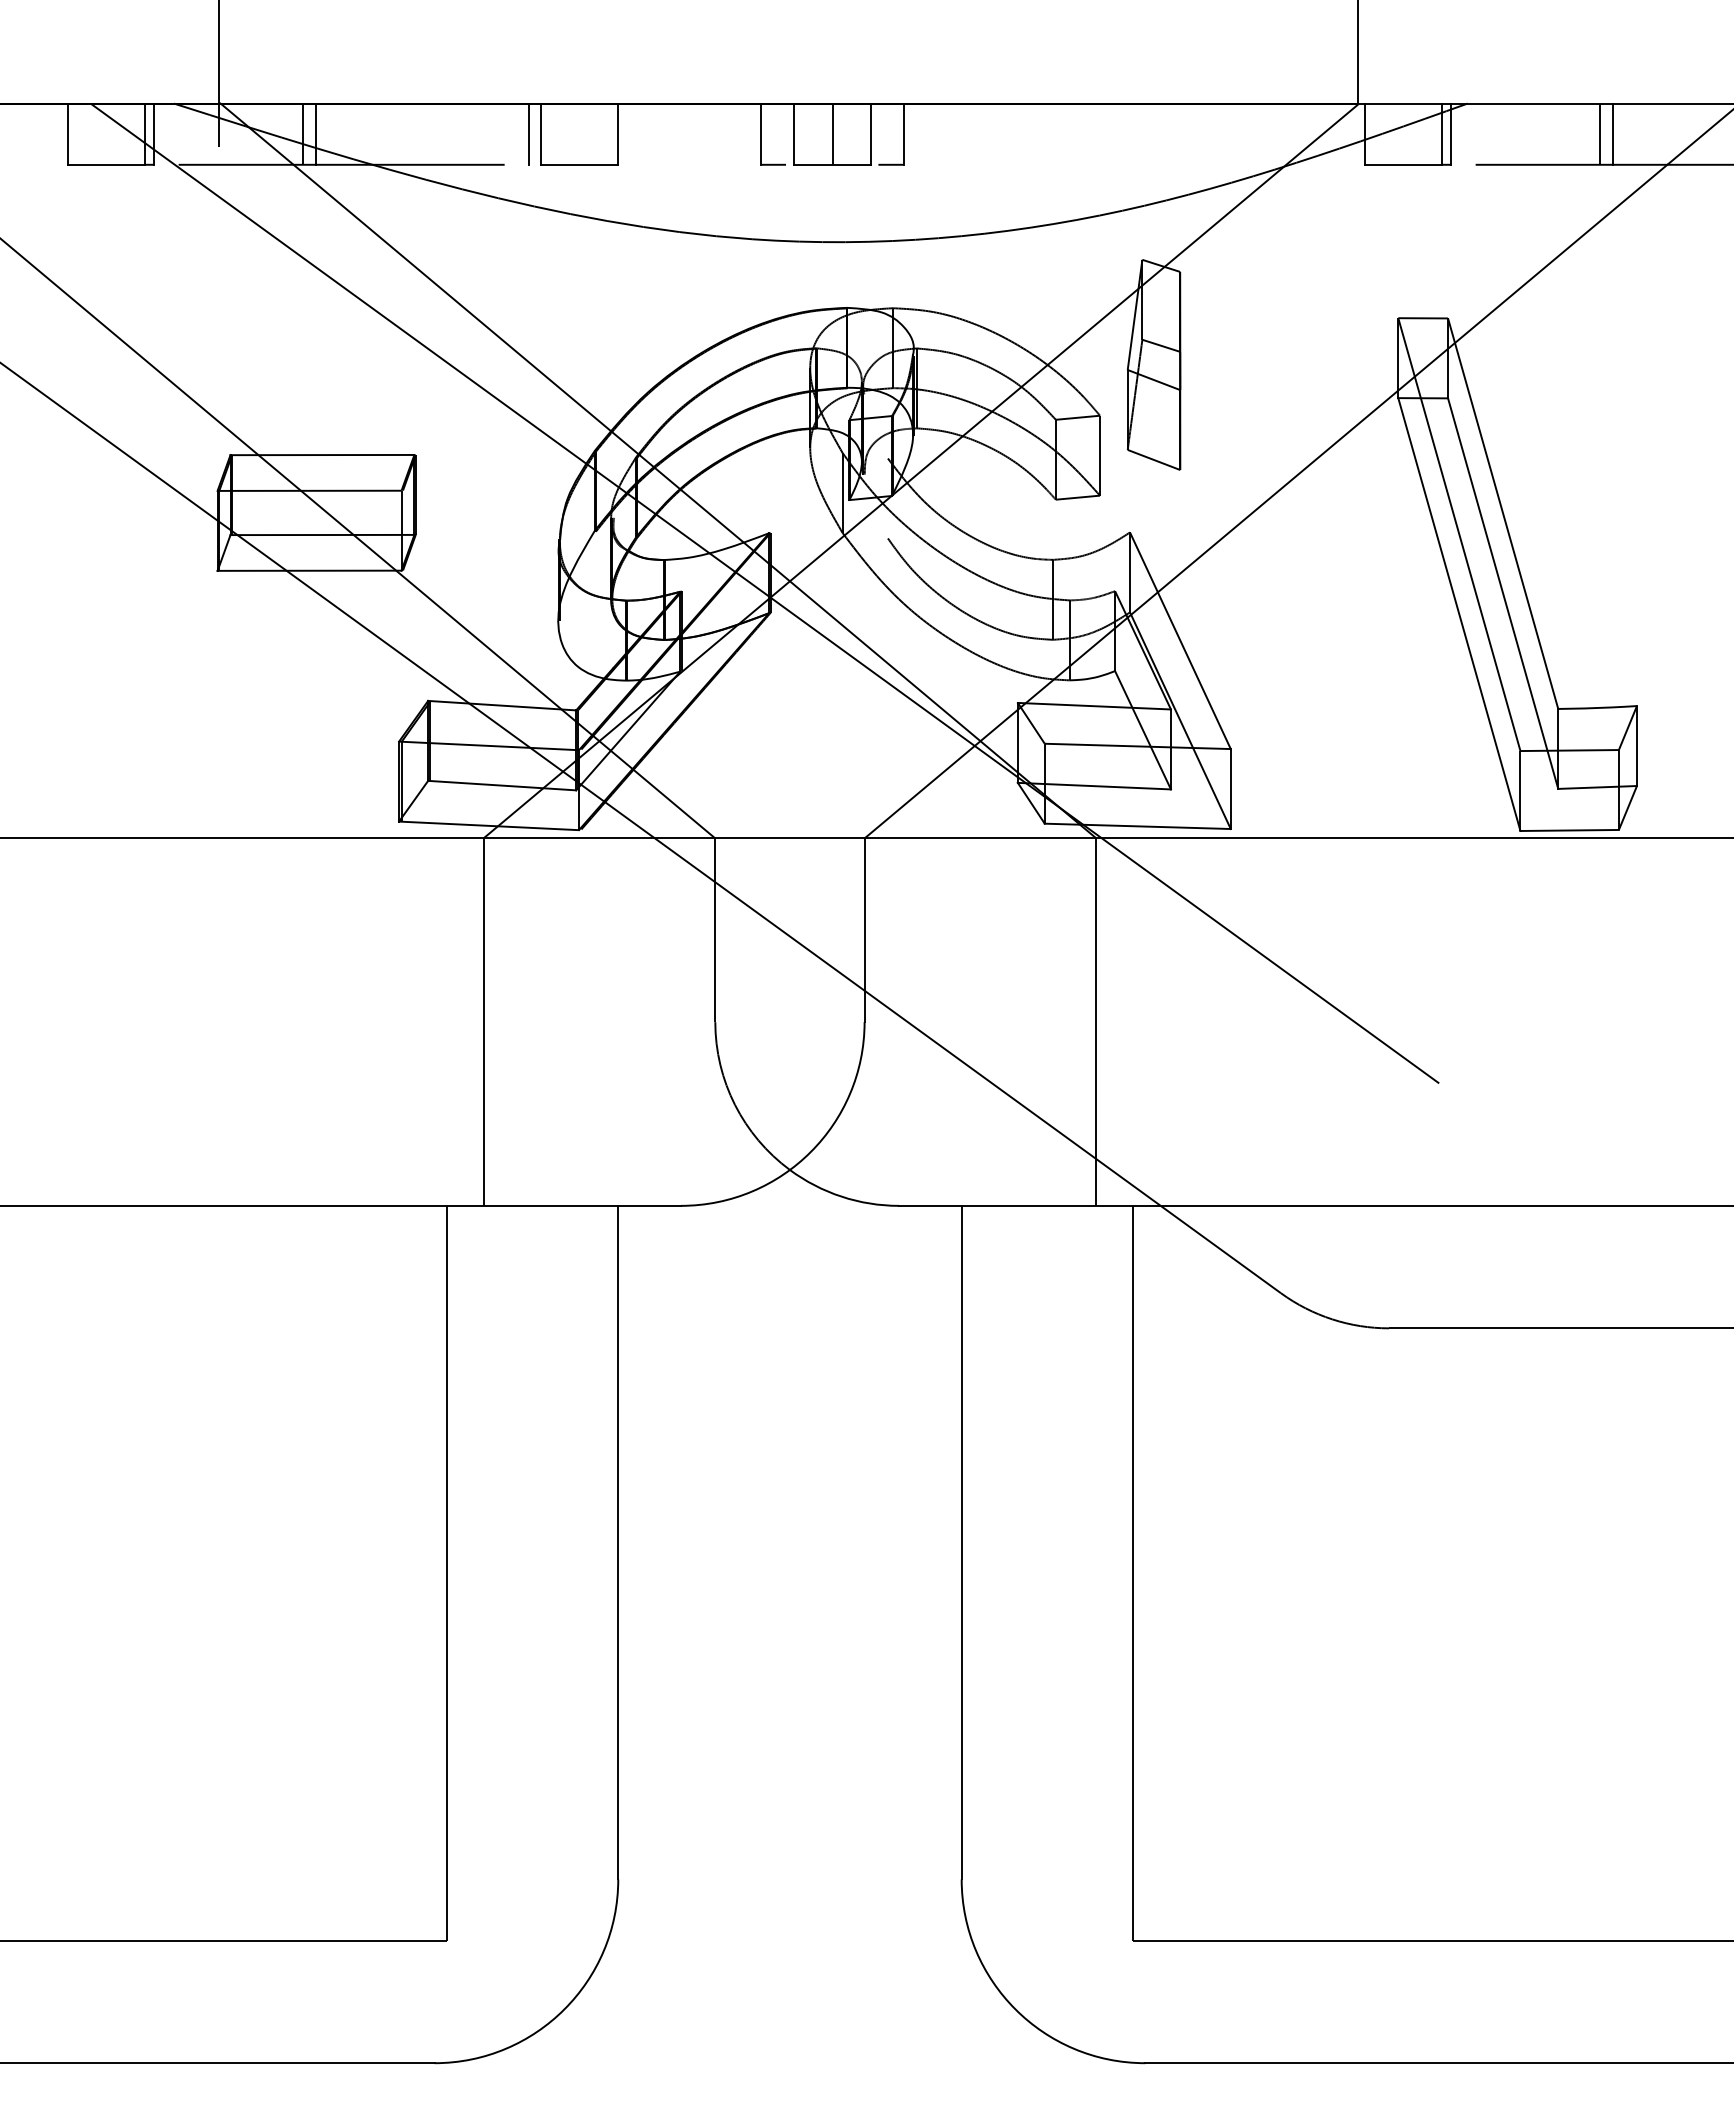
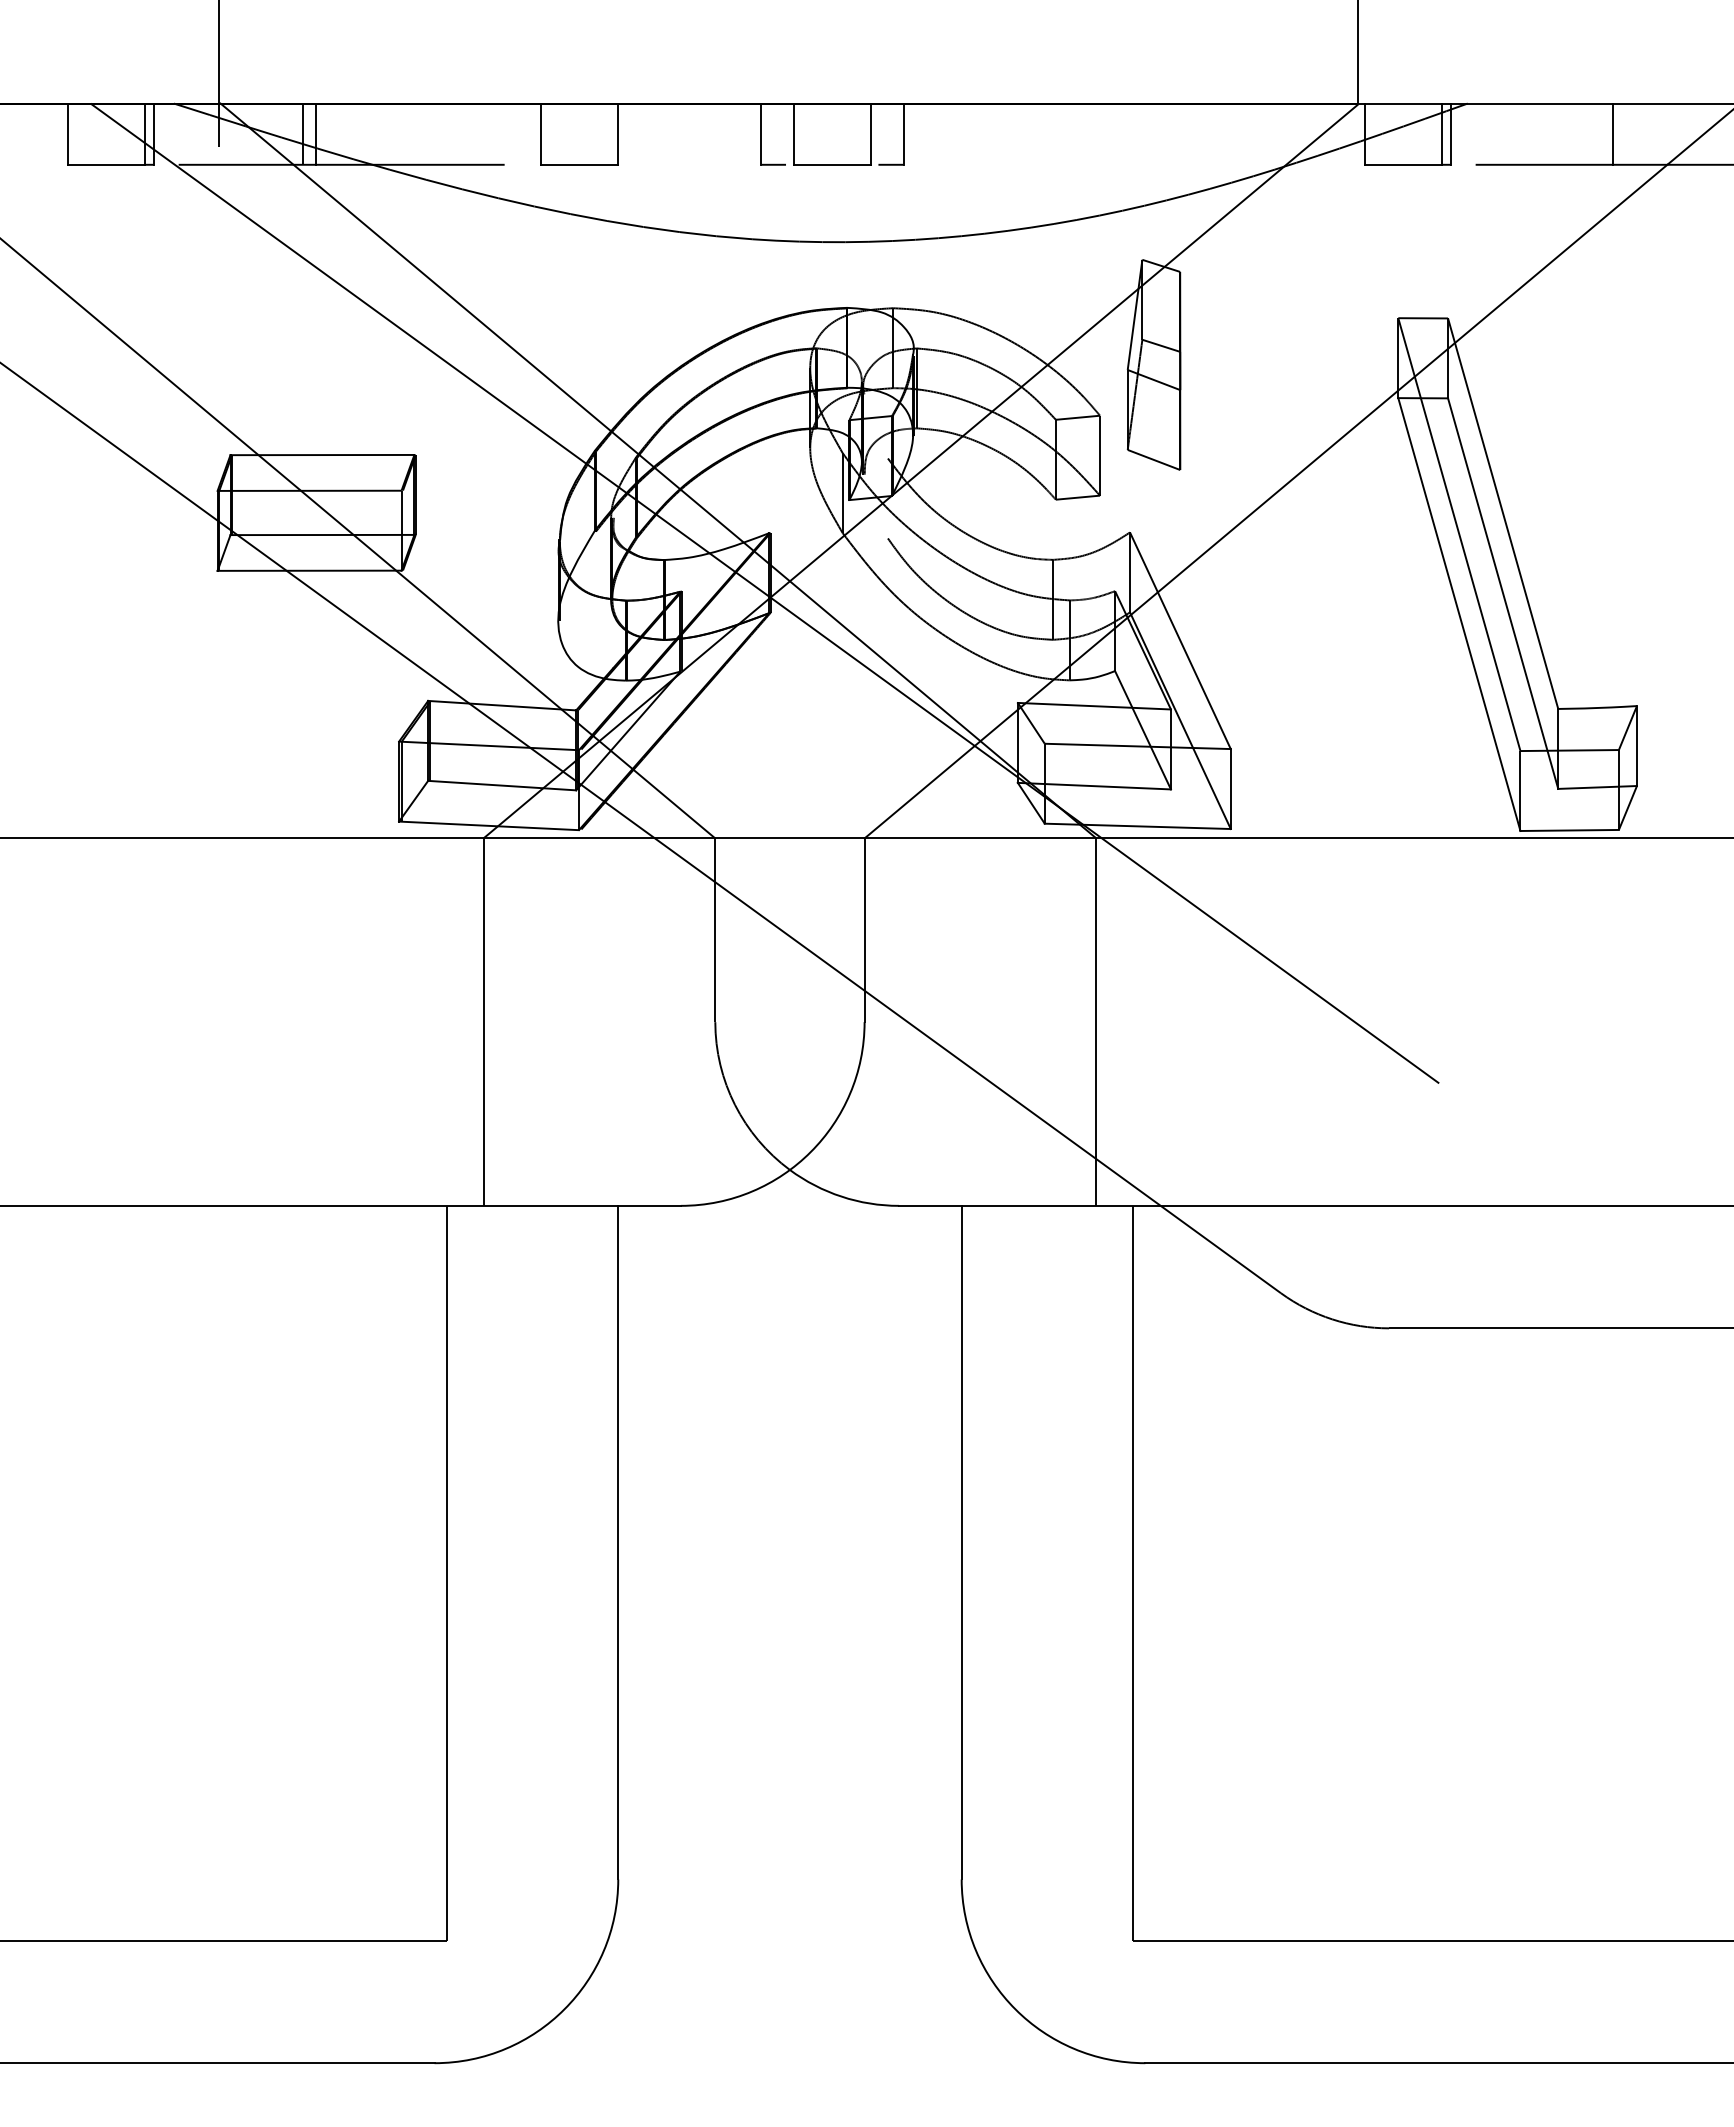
line at (529, 133): present -> none
line at (832, 133): present -> none
line at (1599, 133): present -> none
